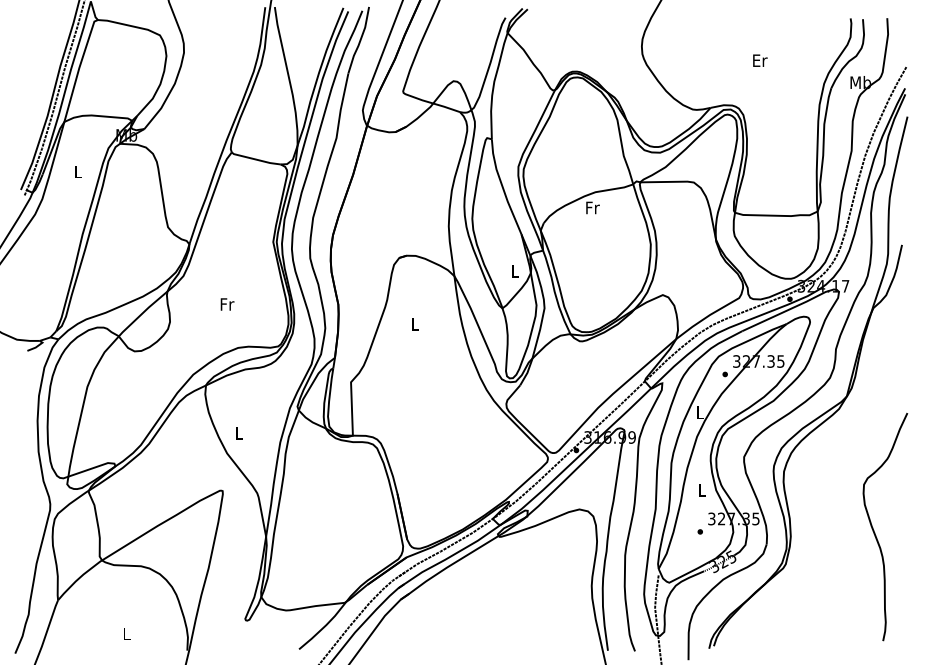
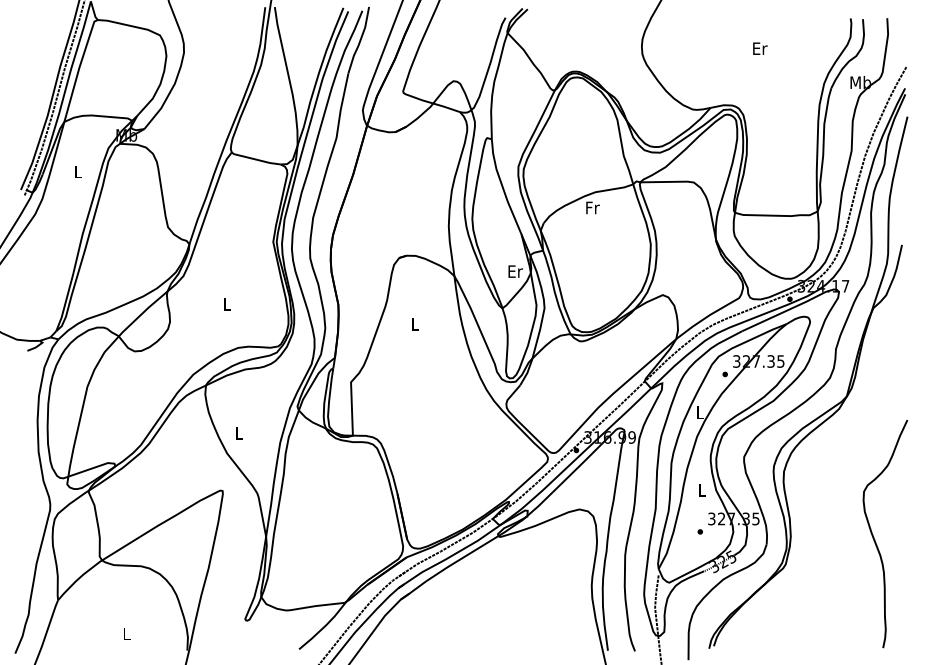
text at (760, 60) position: (760, 60) -> (760, 48)
text at (515, 271): L -> Er
text at (227, 304): Fr -> L
curve at (875, 532) position: (875, 532) -> (875, 539)
